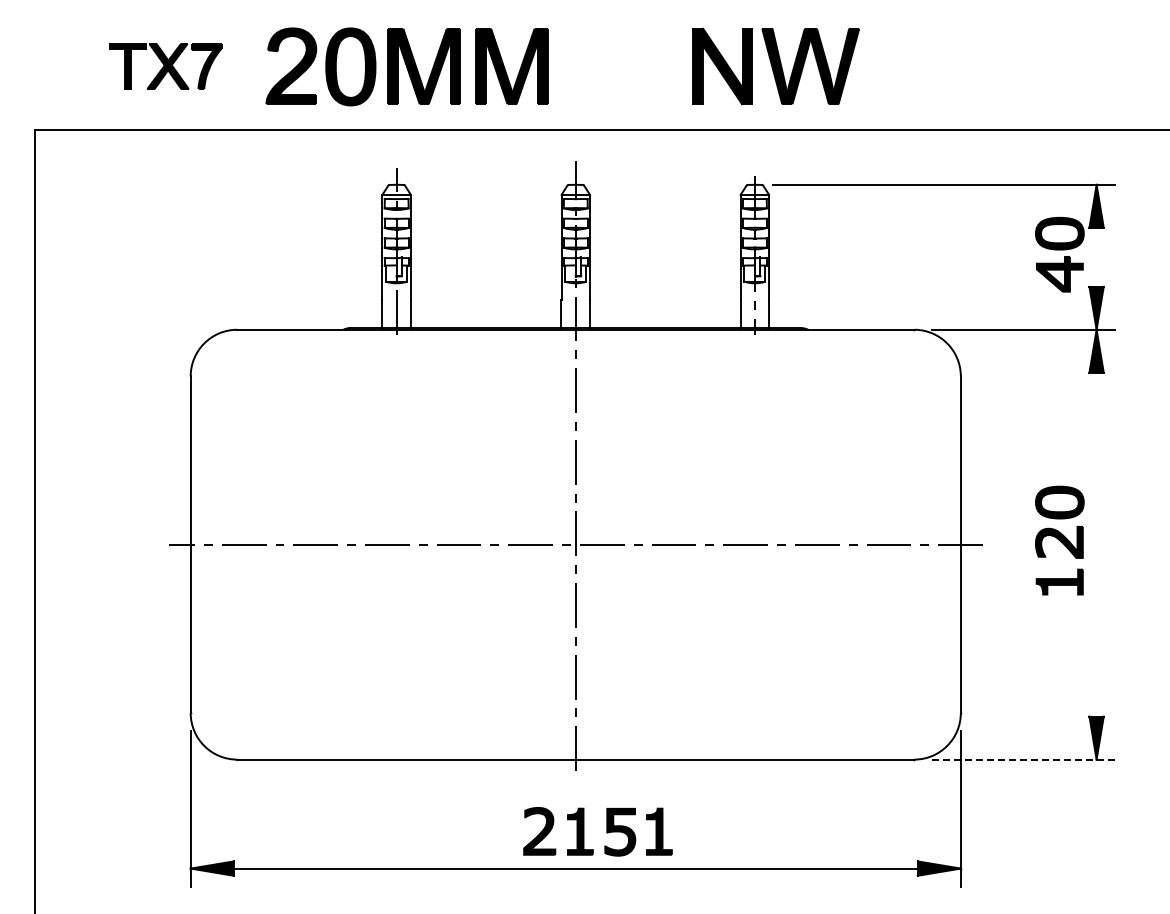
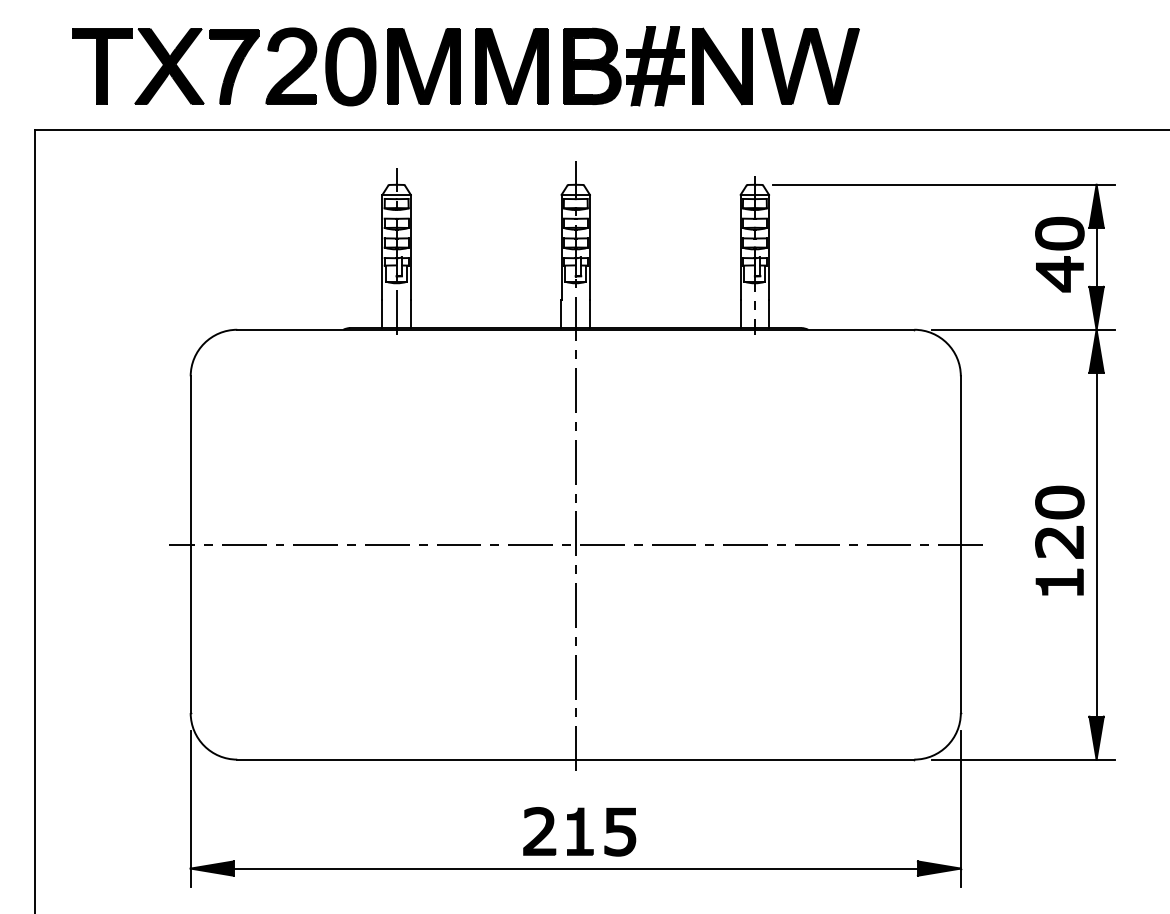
part at (165, 66) size: 114x47 px -> 188x77 px
part at (617, 69): none -> present
line at (1096, 256): none -> present
line at (1096, 544): none -> present
line at (1023, 759): dashed -> solid
part at (659, 831): present -> none
